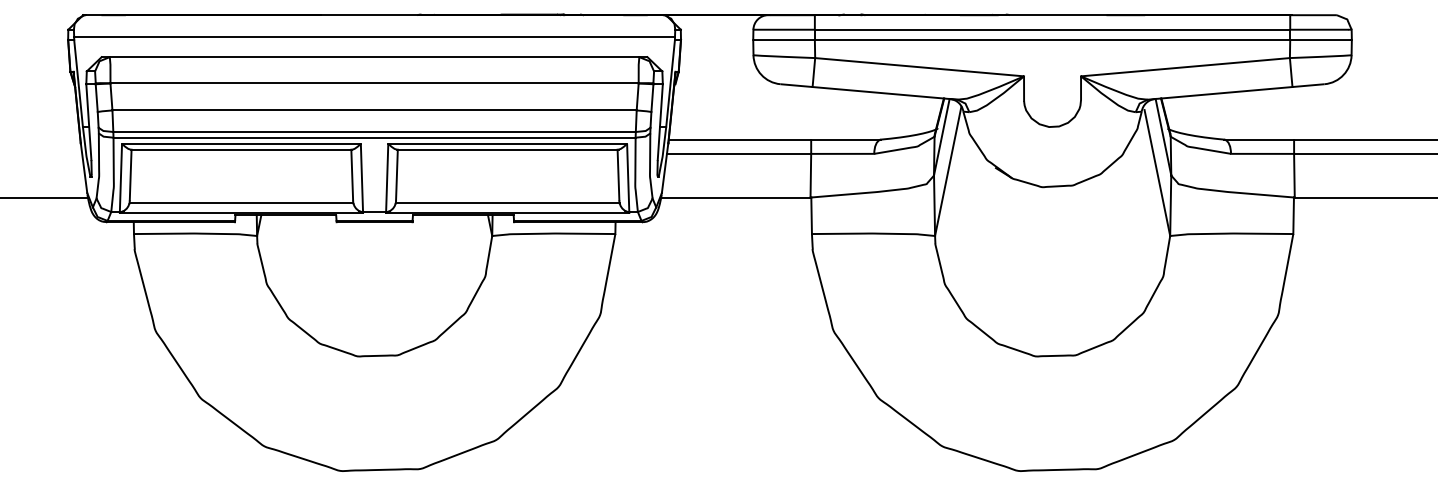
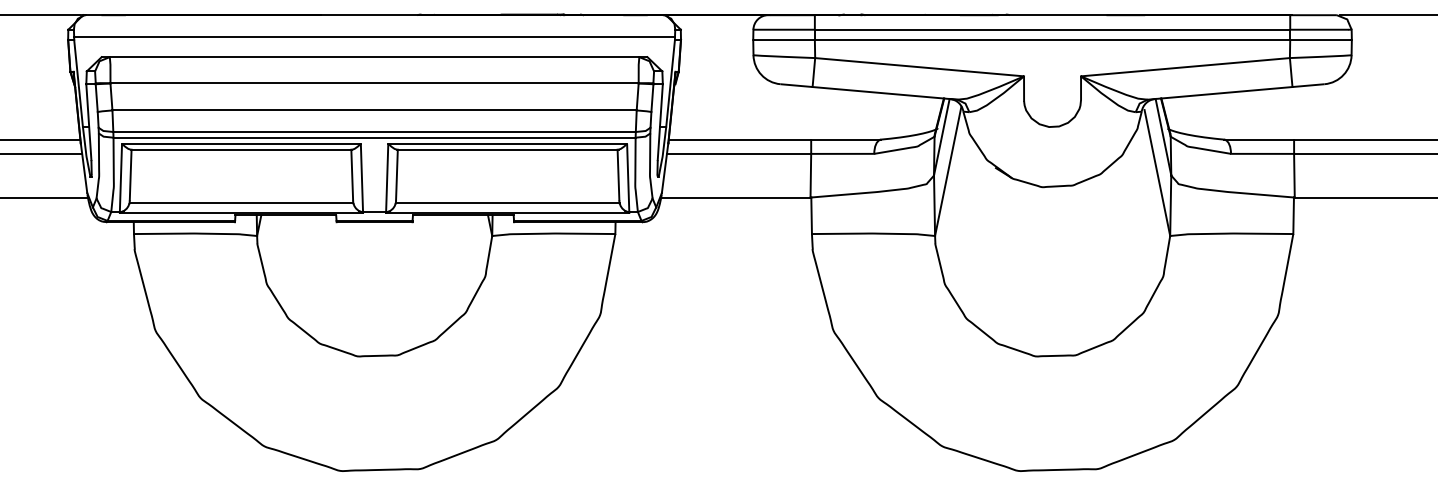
line at (41, 15): none -> present
line at (1386, 15): none -> present
line at (41, 139): none -> present
line at (41, 153): none -> present
